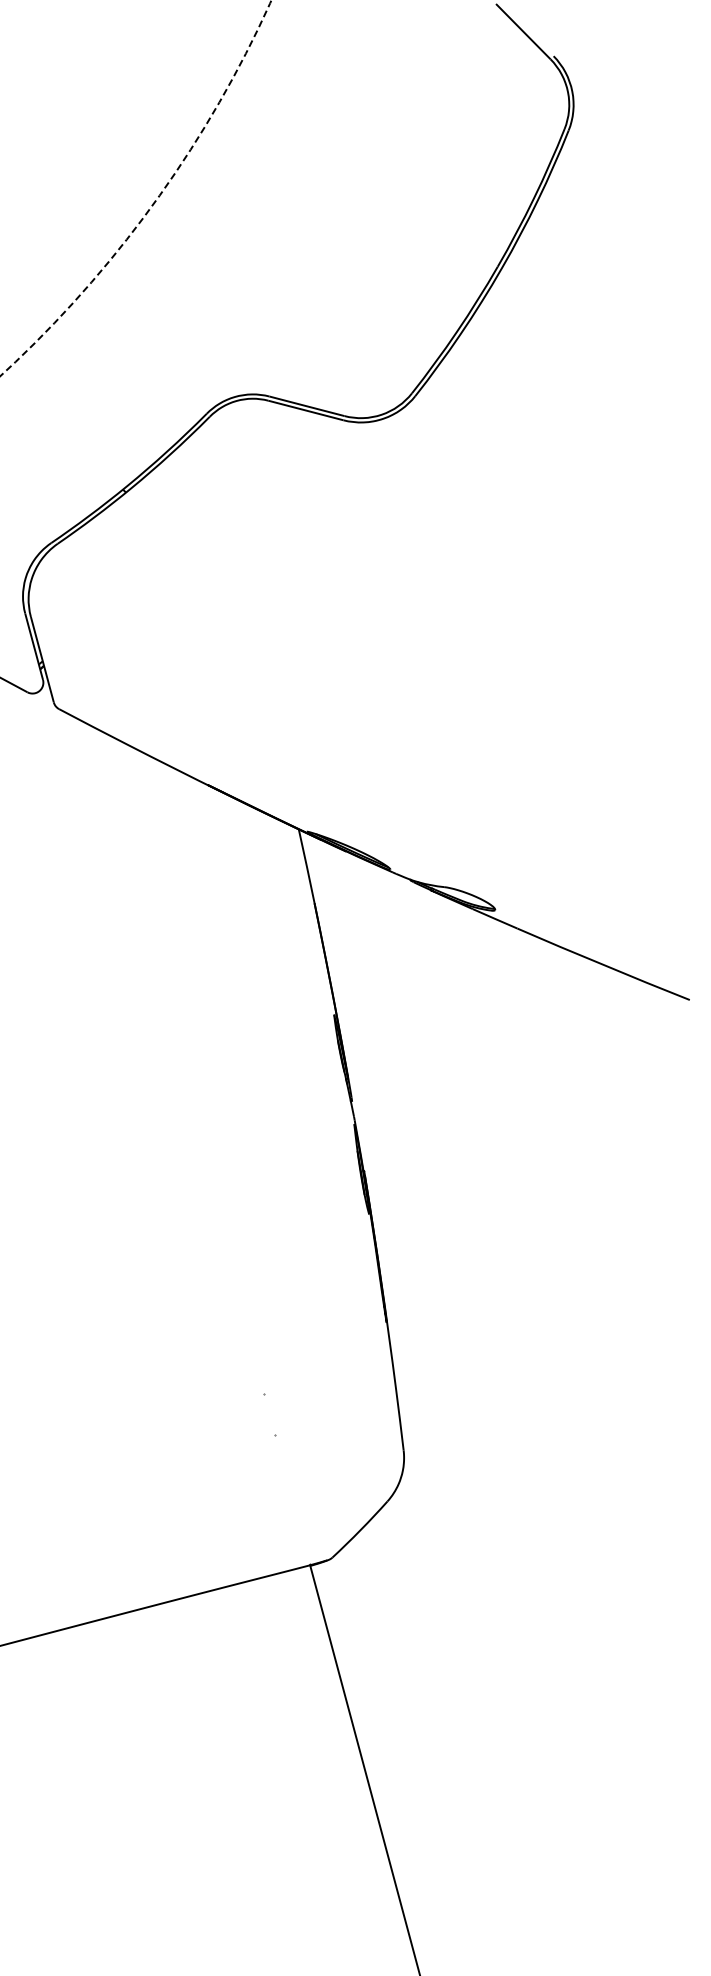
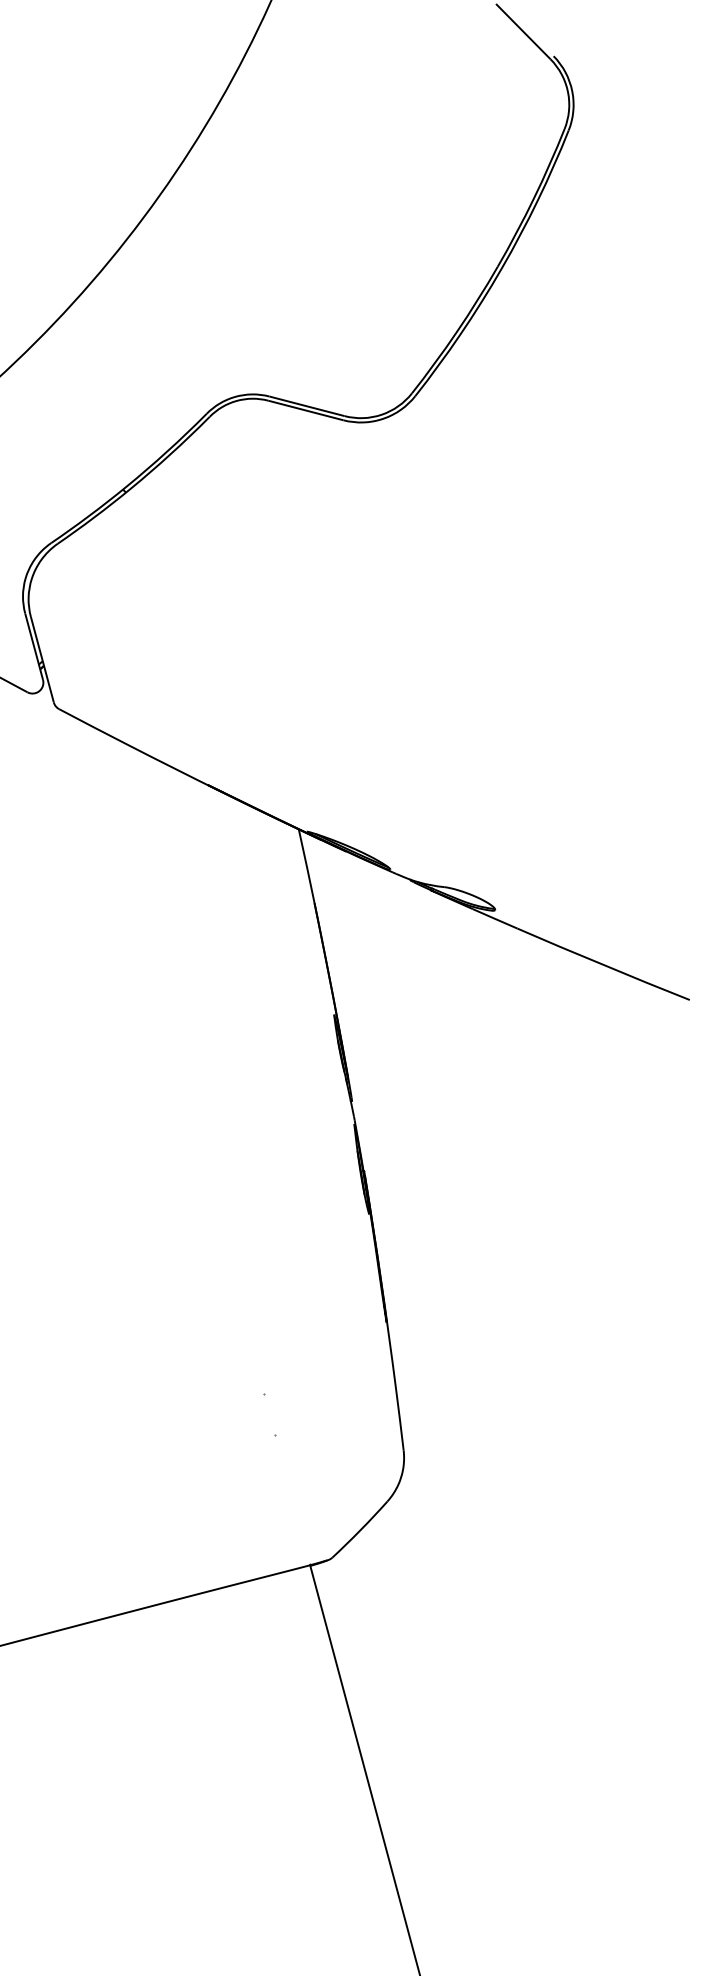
circle at (135, 188): dashed -> solid
